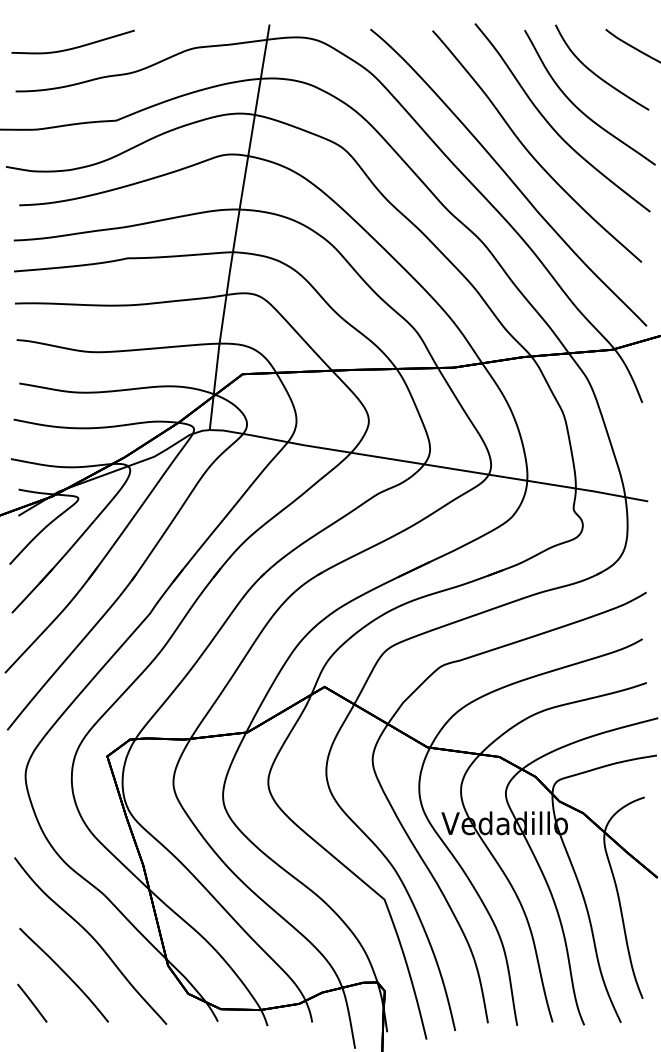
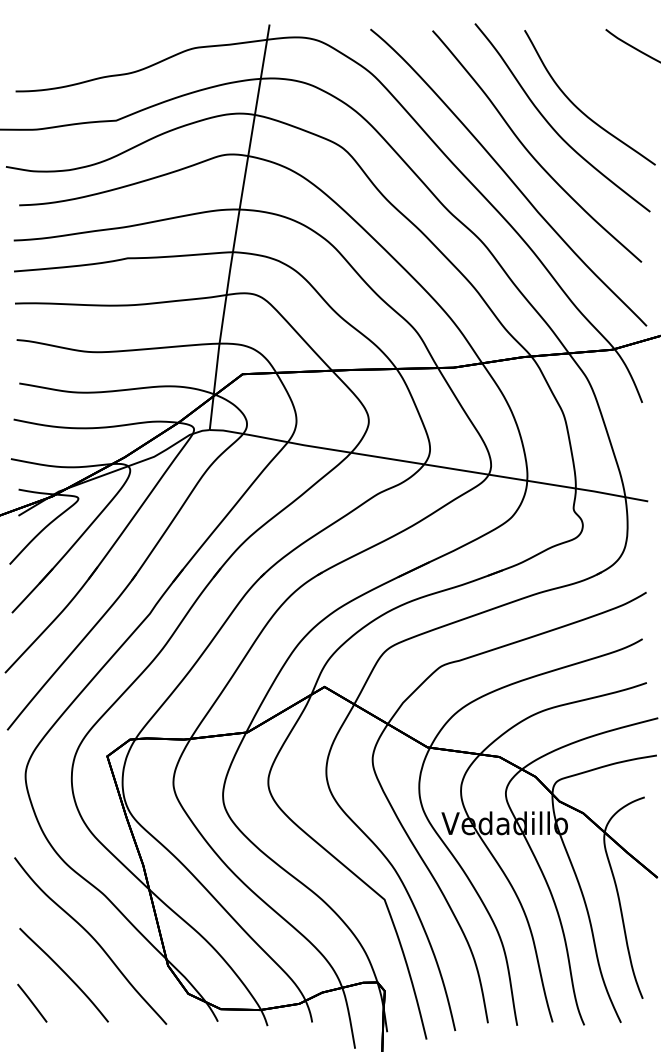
curve at (72, 47): present -> none
curve at (597, 74): present -> none
